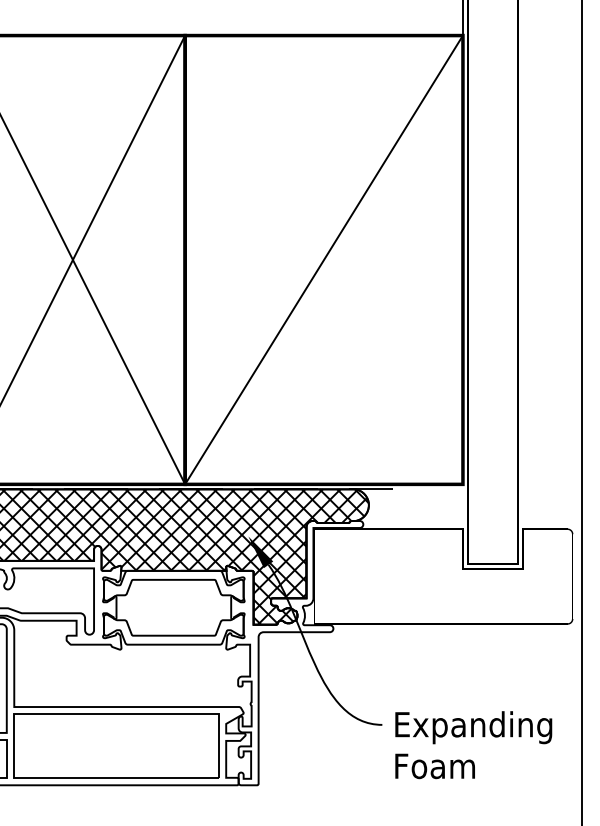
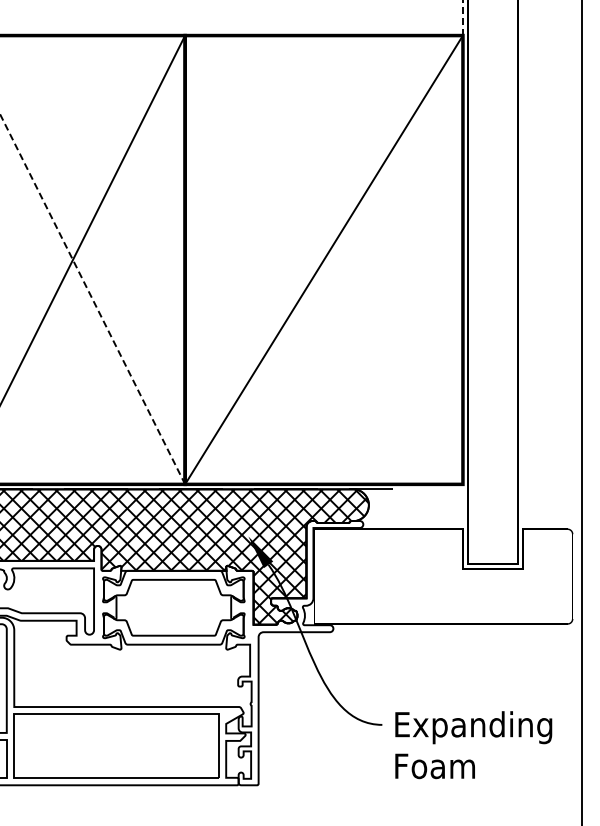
line at (462, 17): solid -> dashed
line at (92, 299): solid -> dashed
